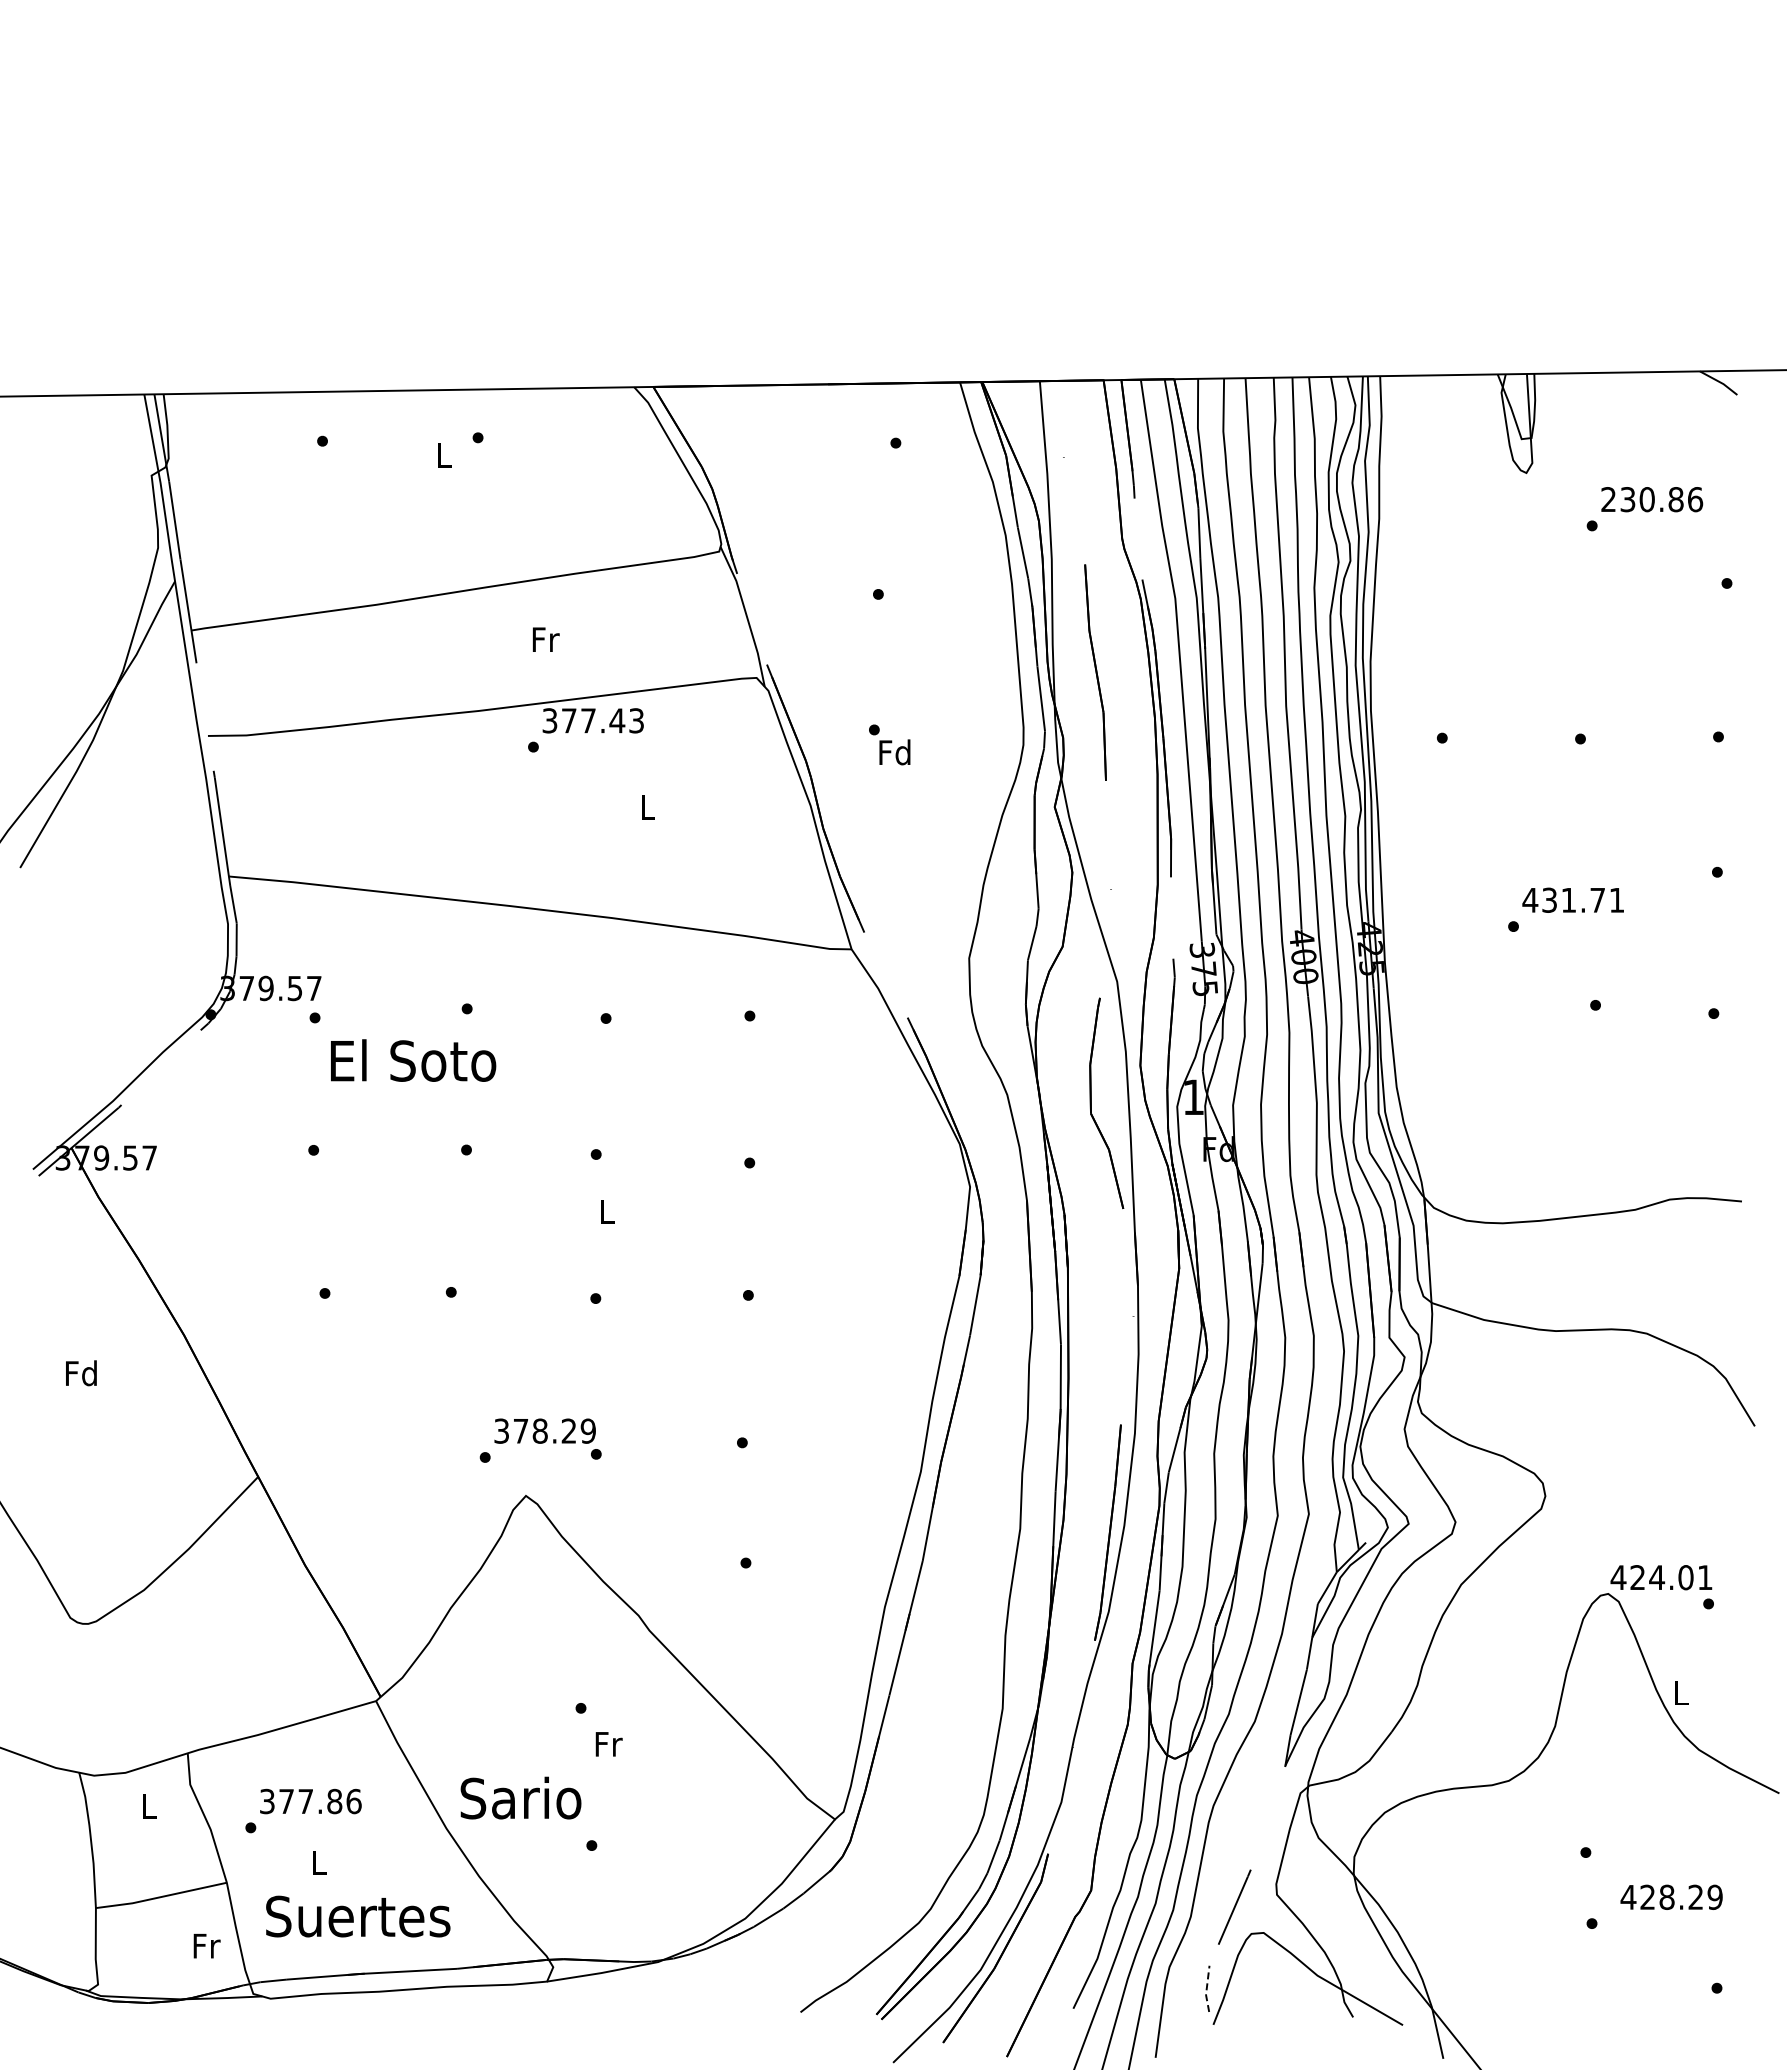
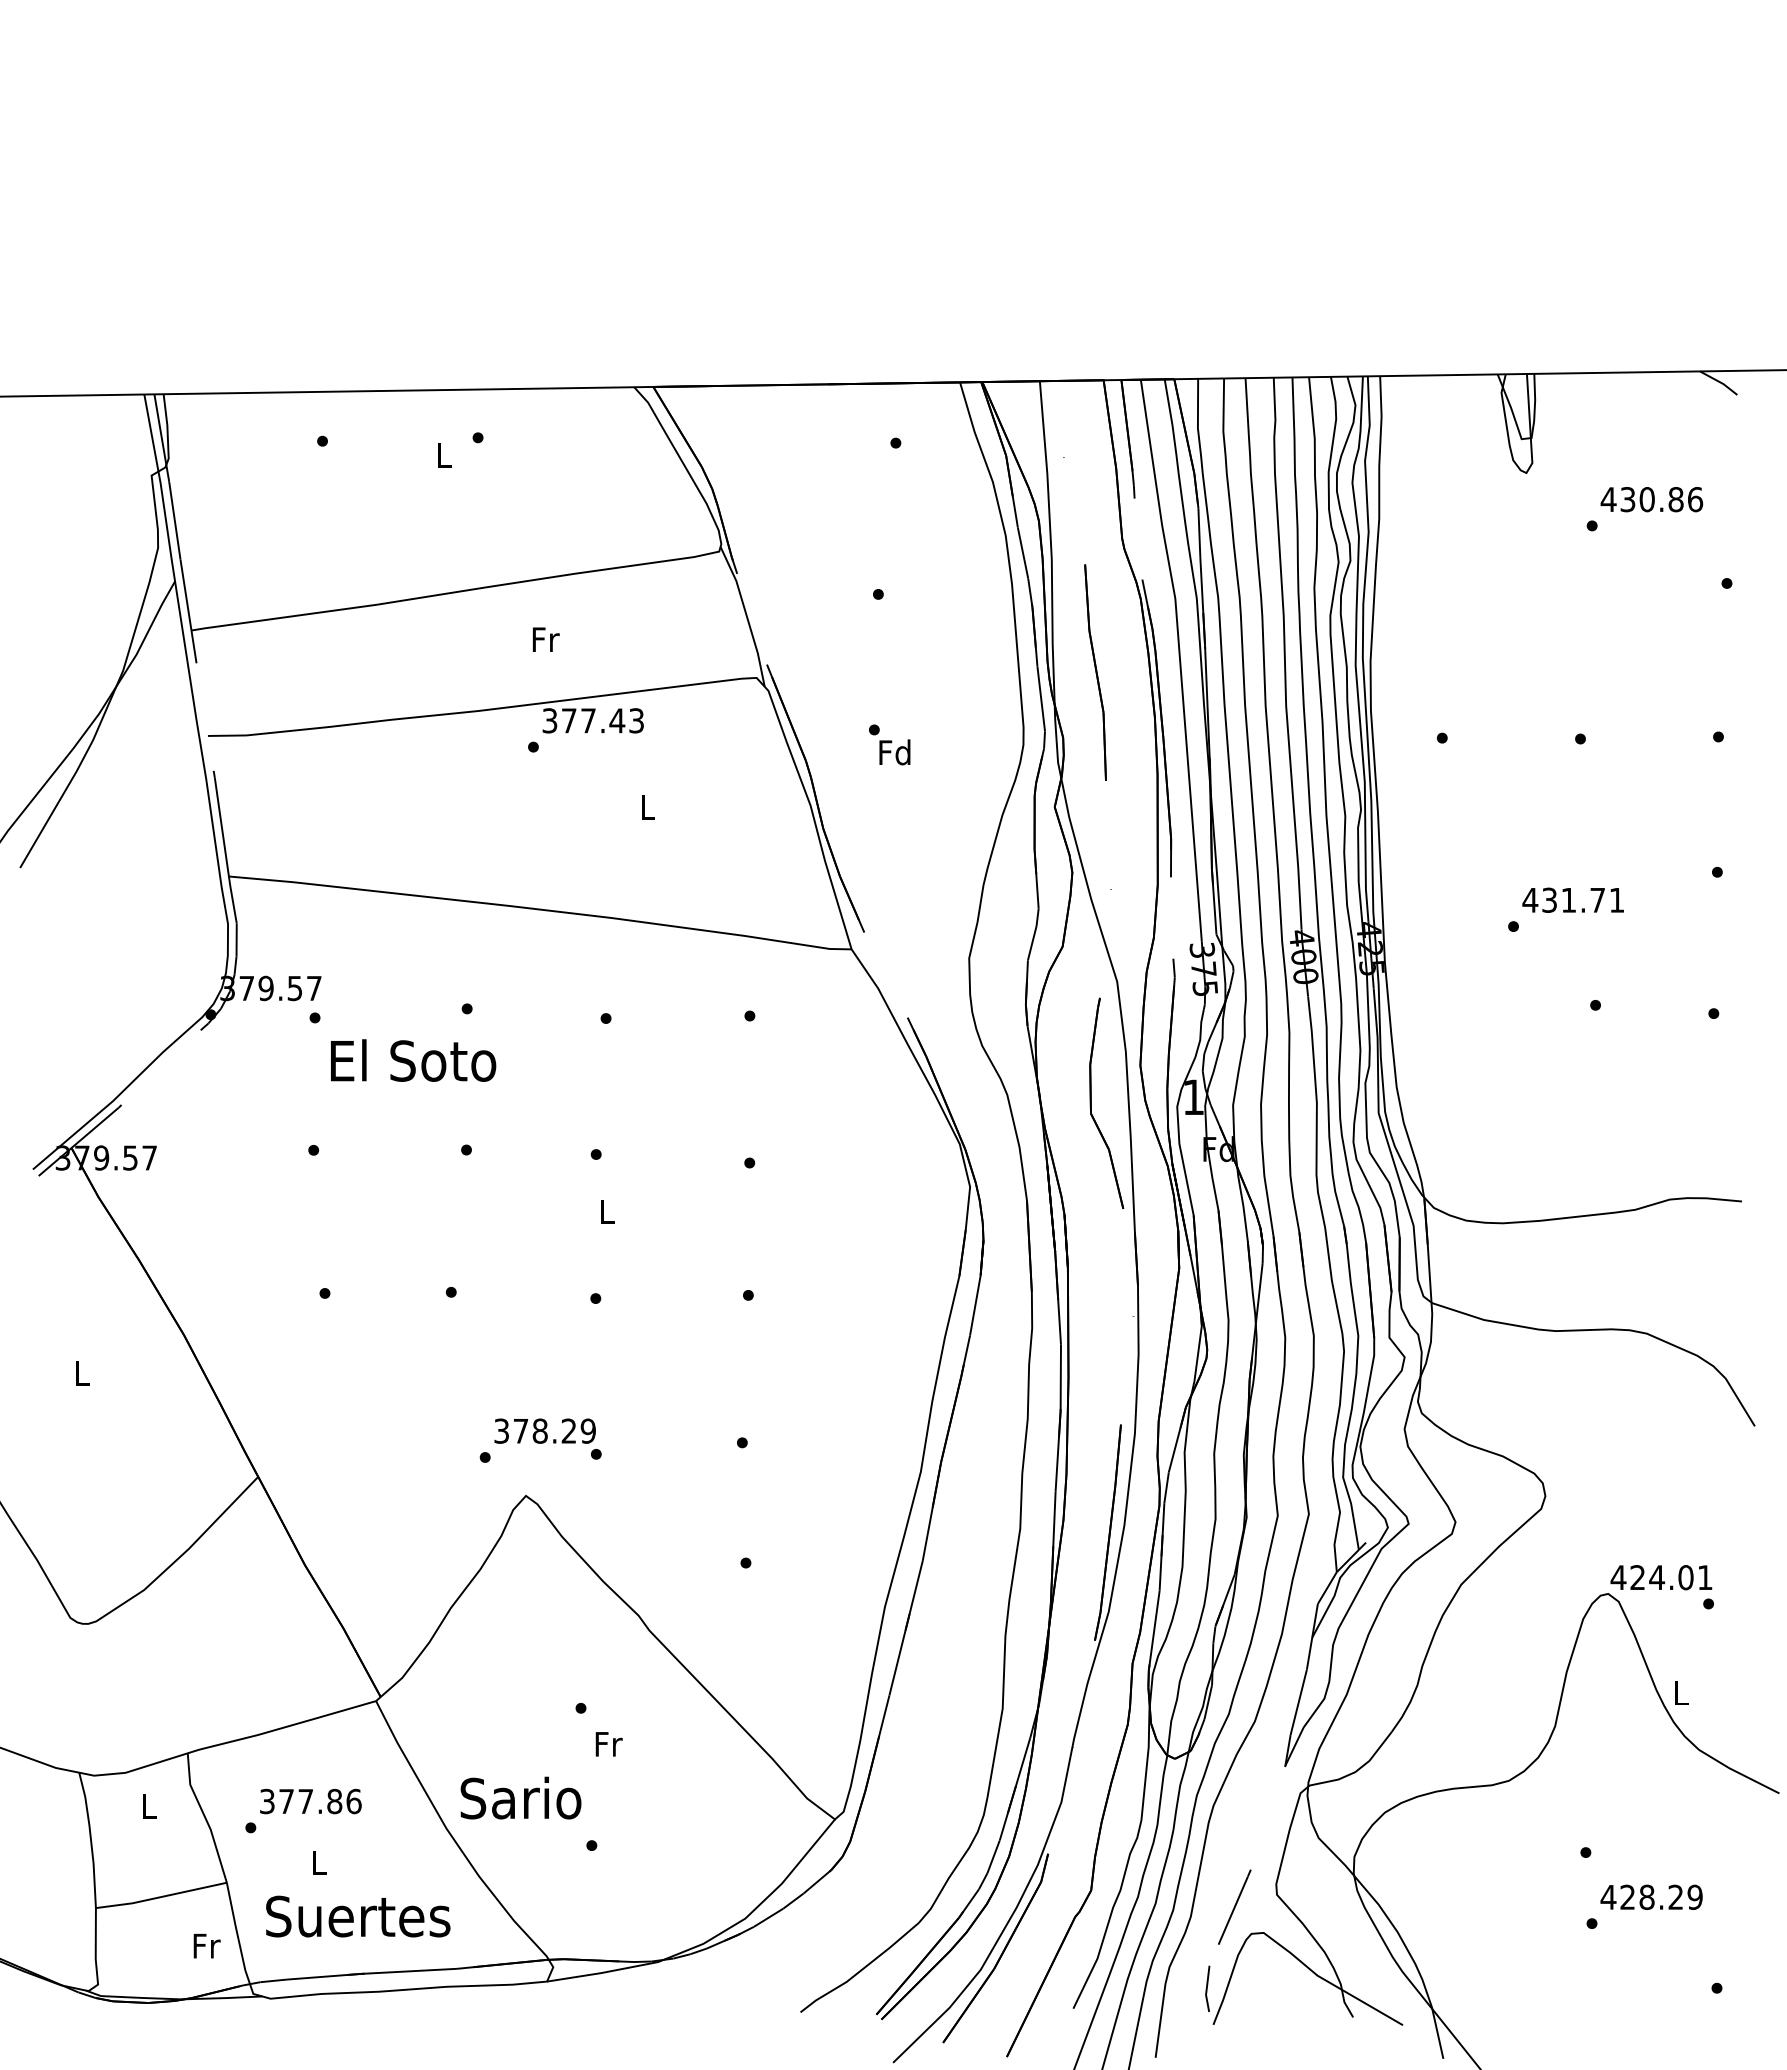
text at (1608, 499): 230.86 -> 430.86
text at (81, 1373): Fd -> L
text at (1671, 1896) position: (1671, 1896) -> (1651, 1896)
line at (1206, 1989): dashed -> solid
